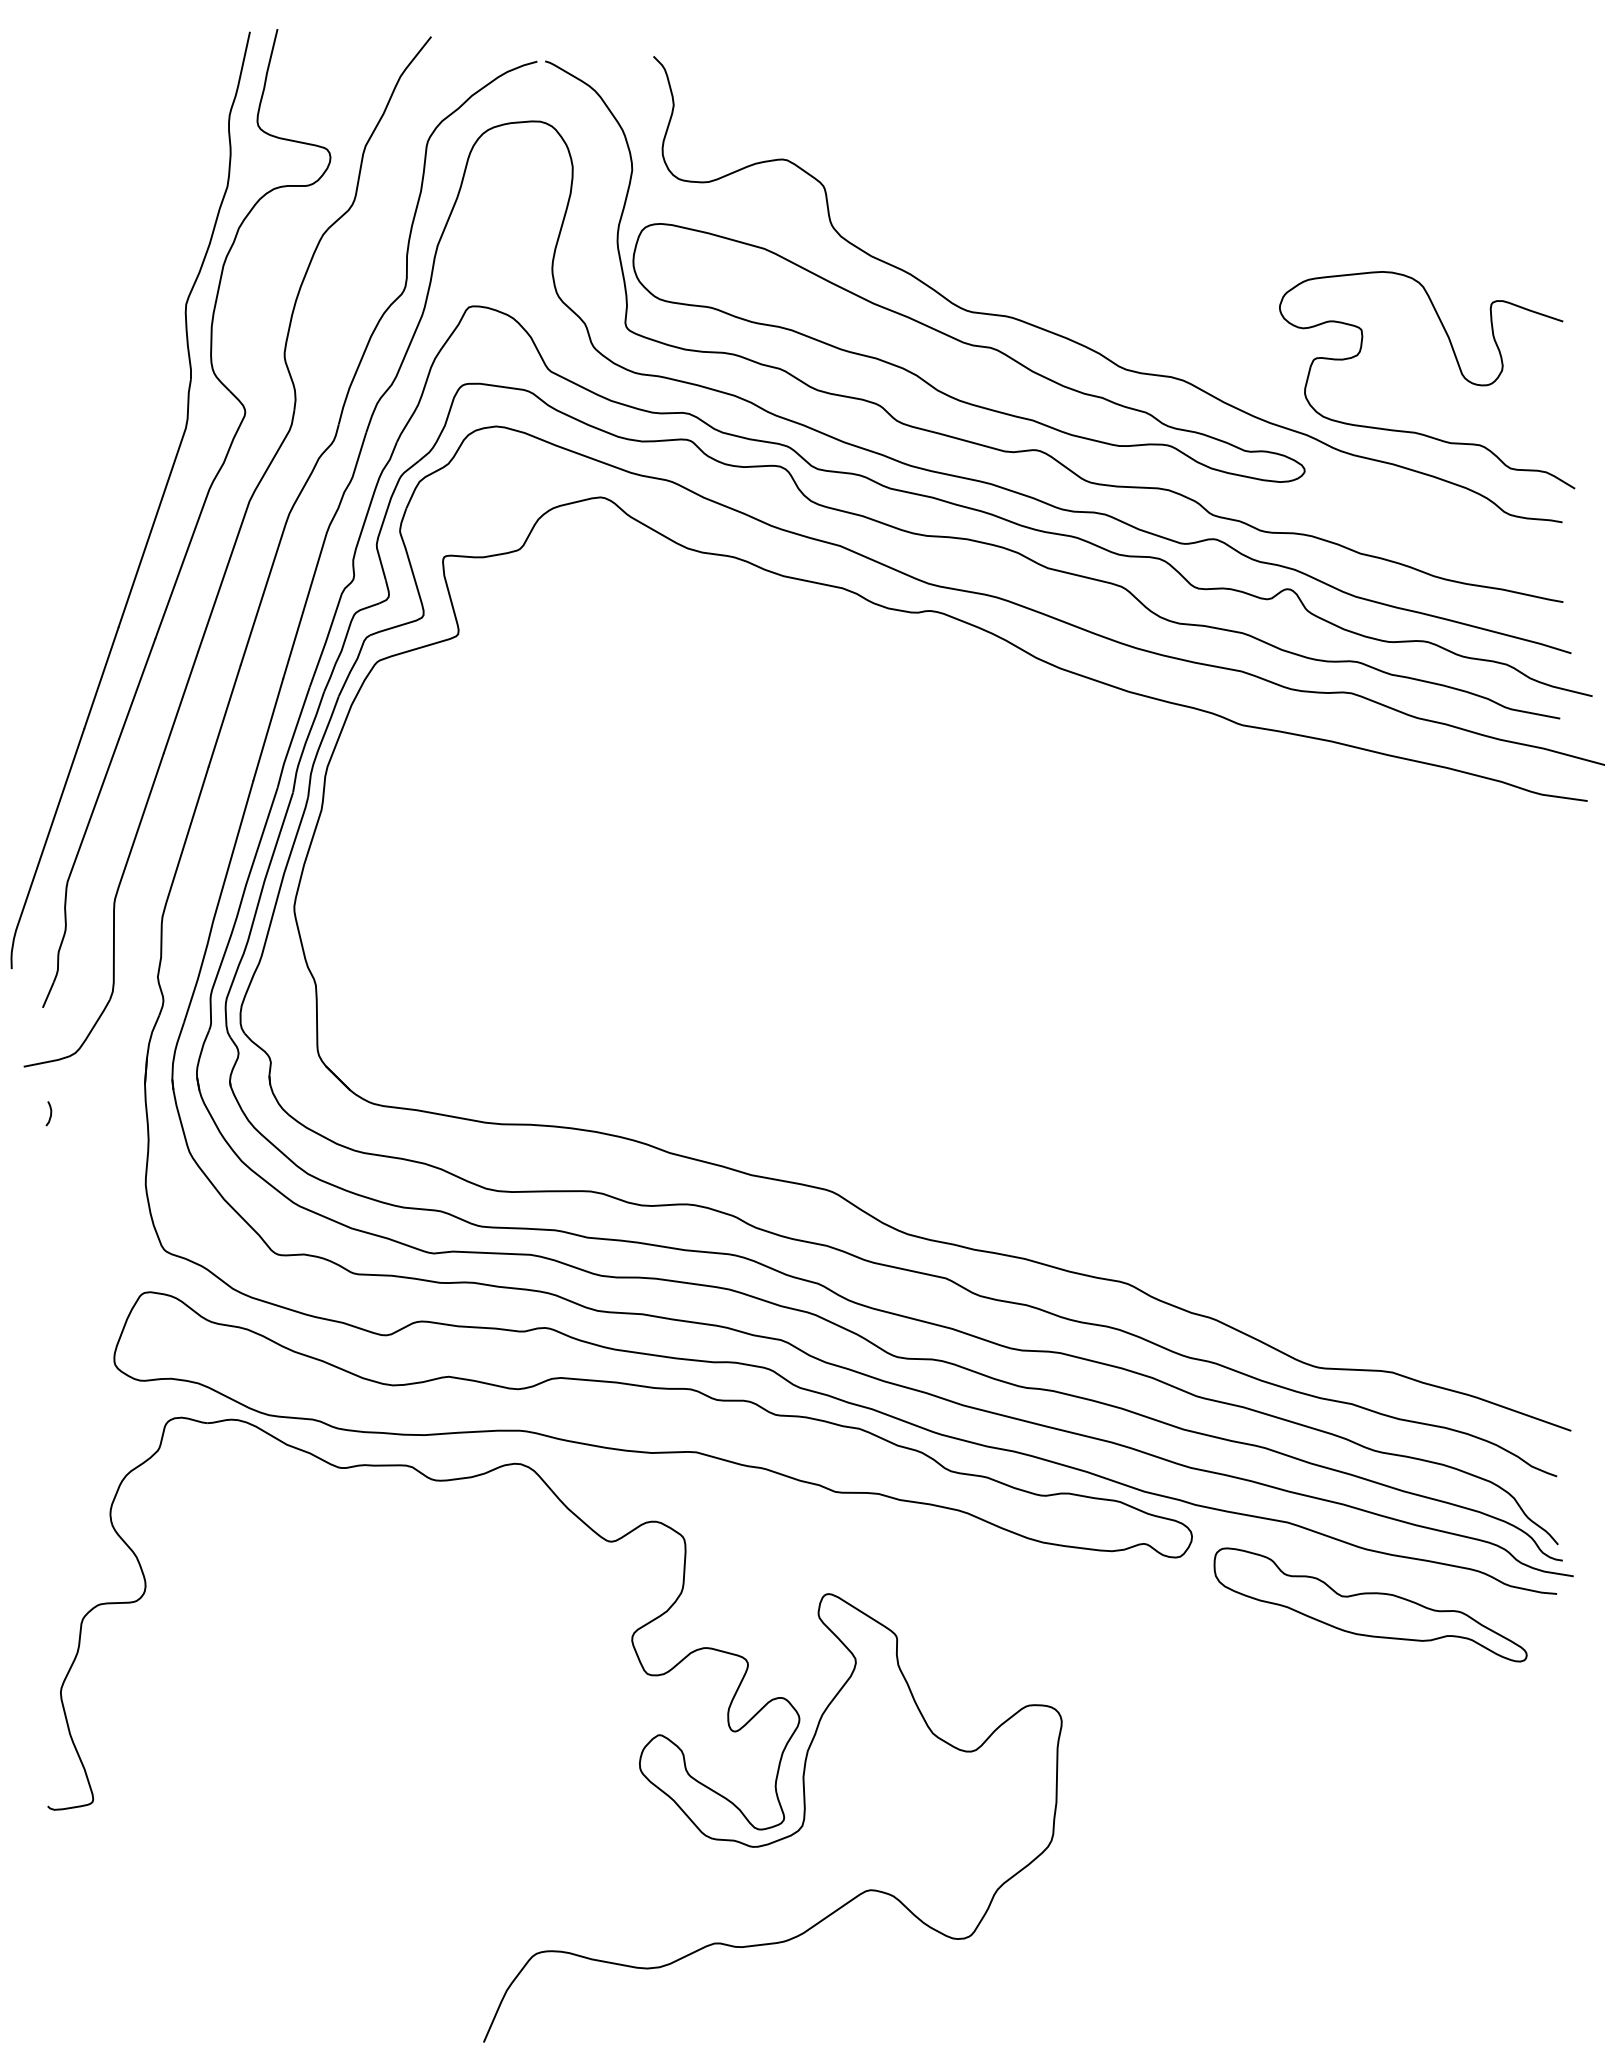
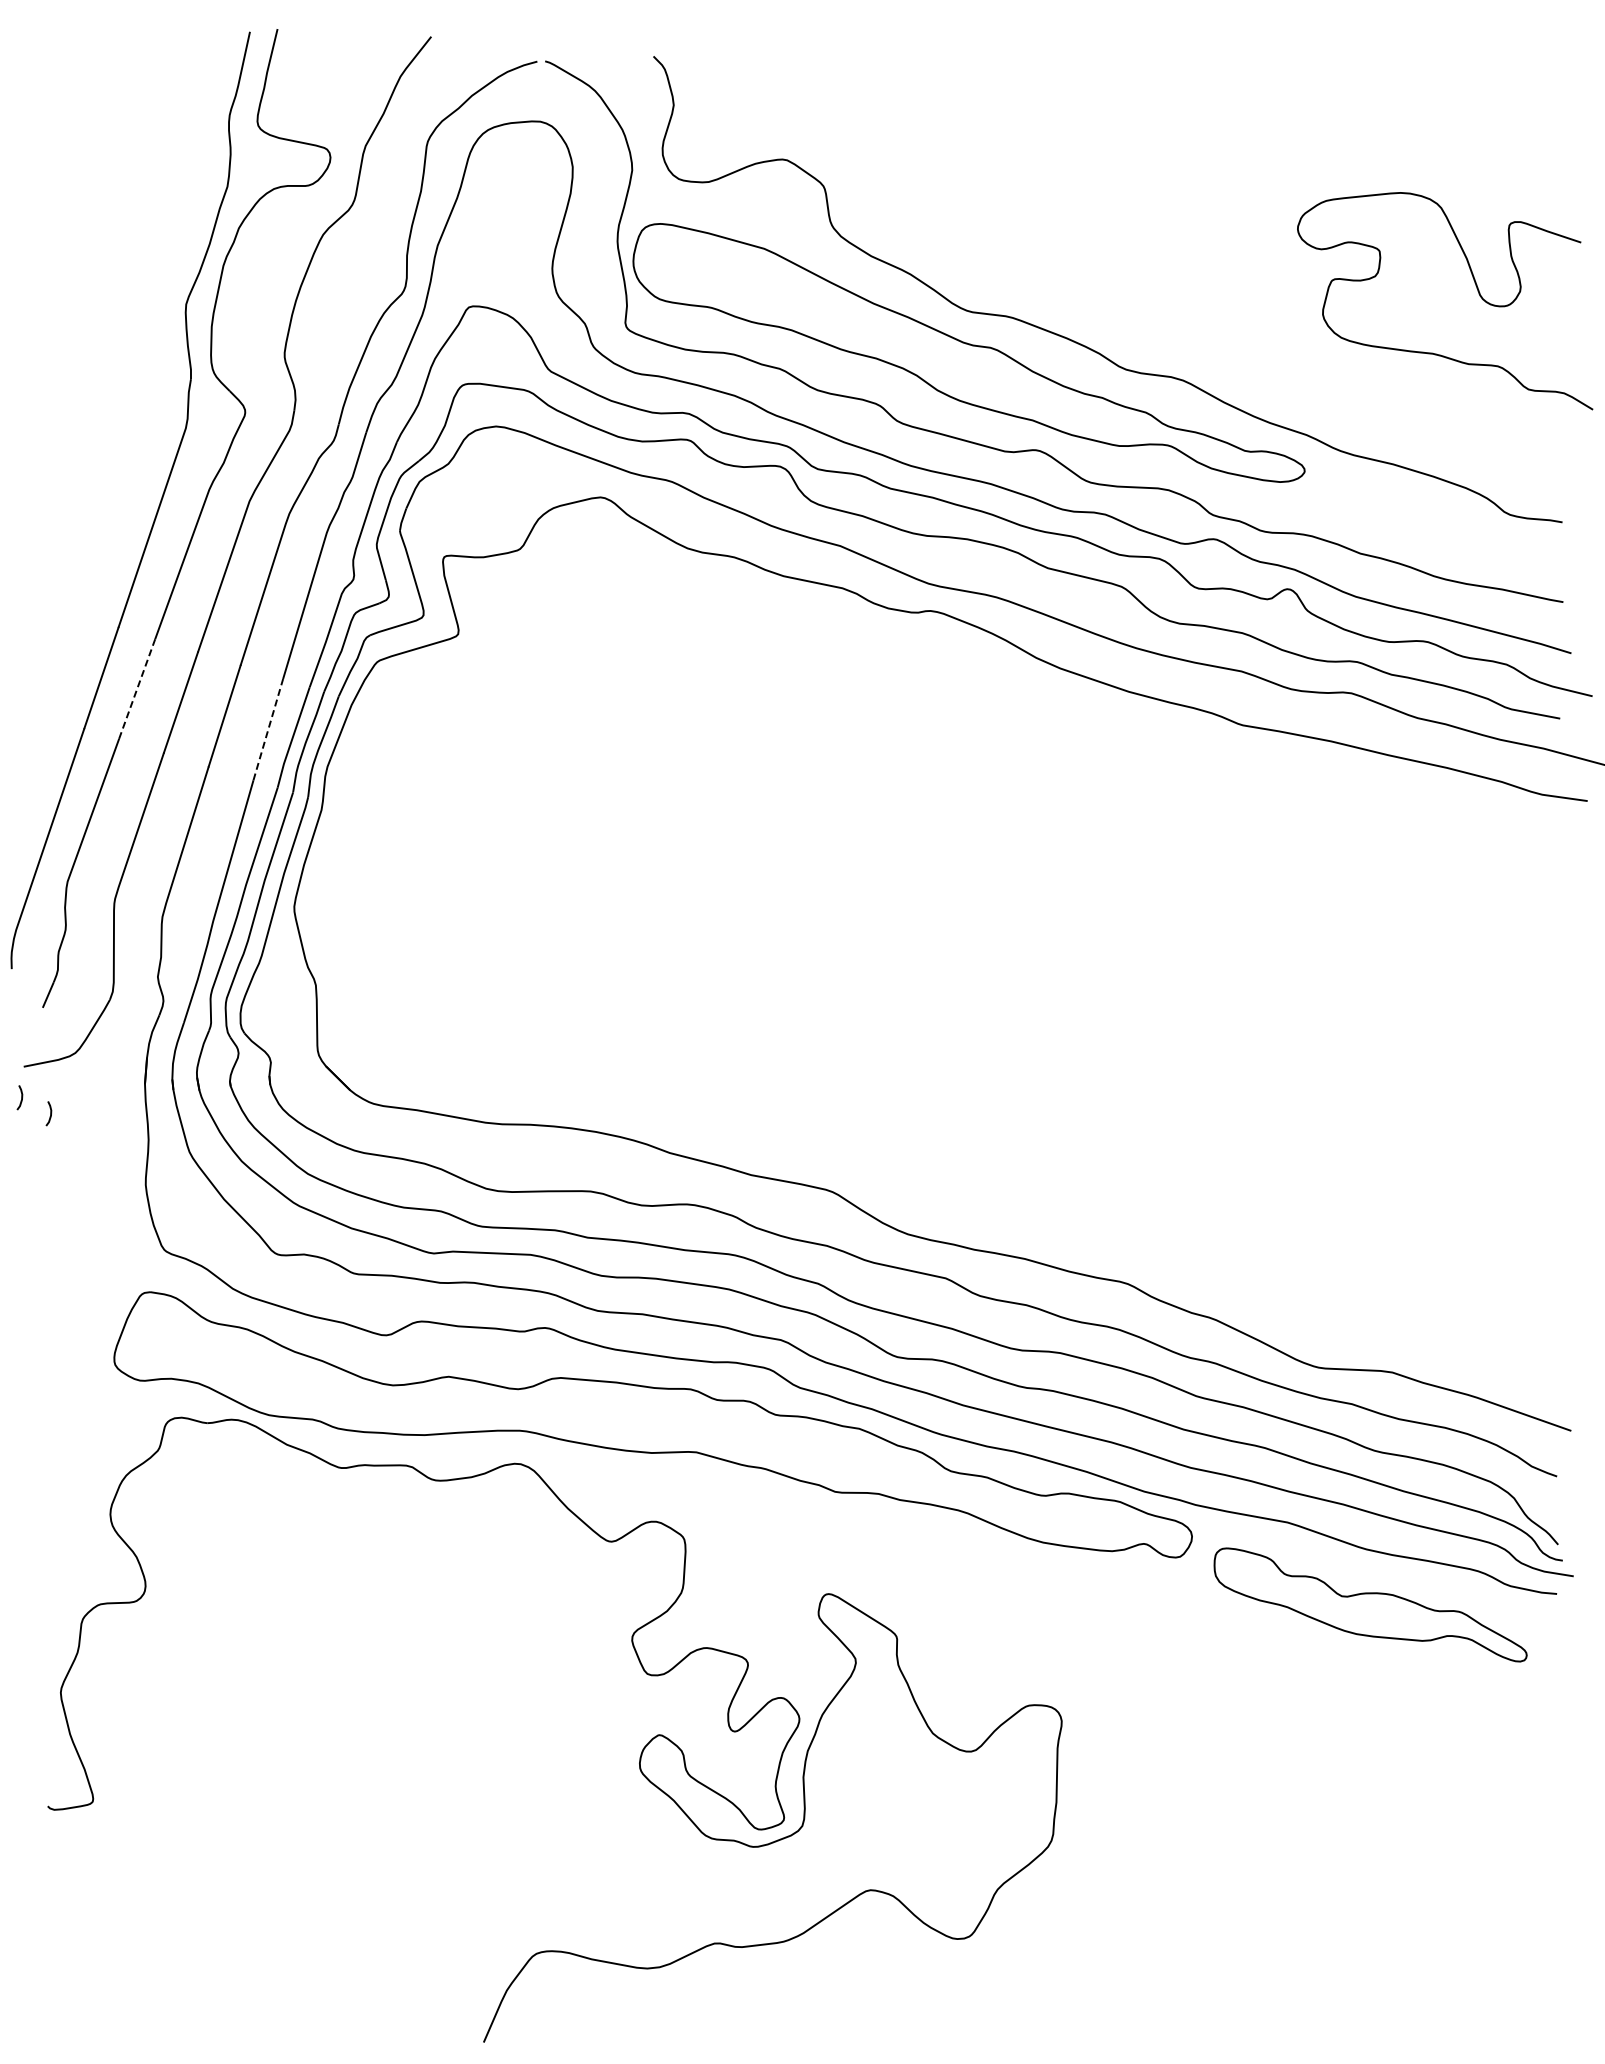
curve at (1459, 370) position: (1459, 370) -> (1477, 291)
line at (137, 689): solid -> dashed
line at (268, 729): solid -> dashed
curve at (21, 1097): none -> present
